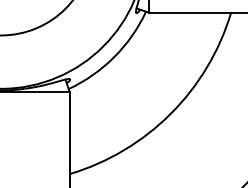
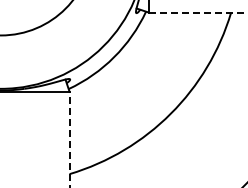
line at (198, 12): solid -> dashed
line at (69, 139): solid -> dashed
